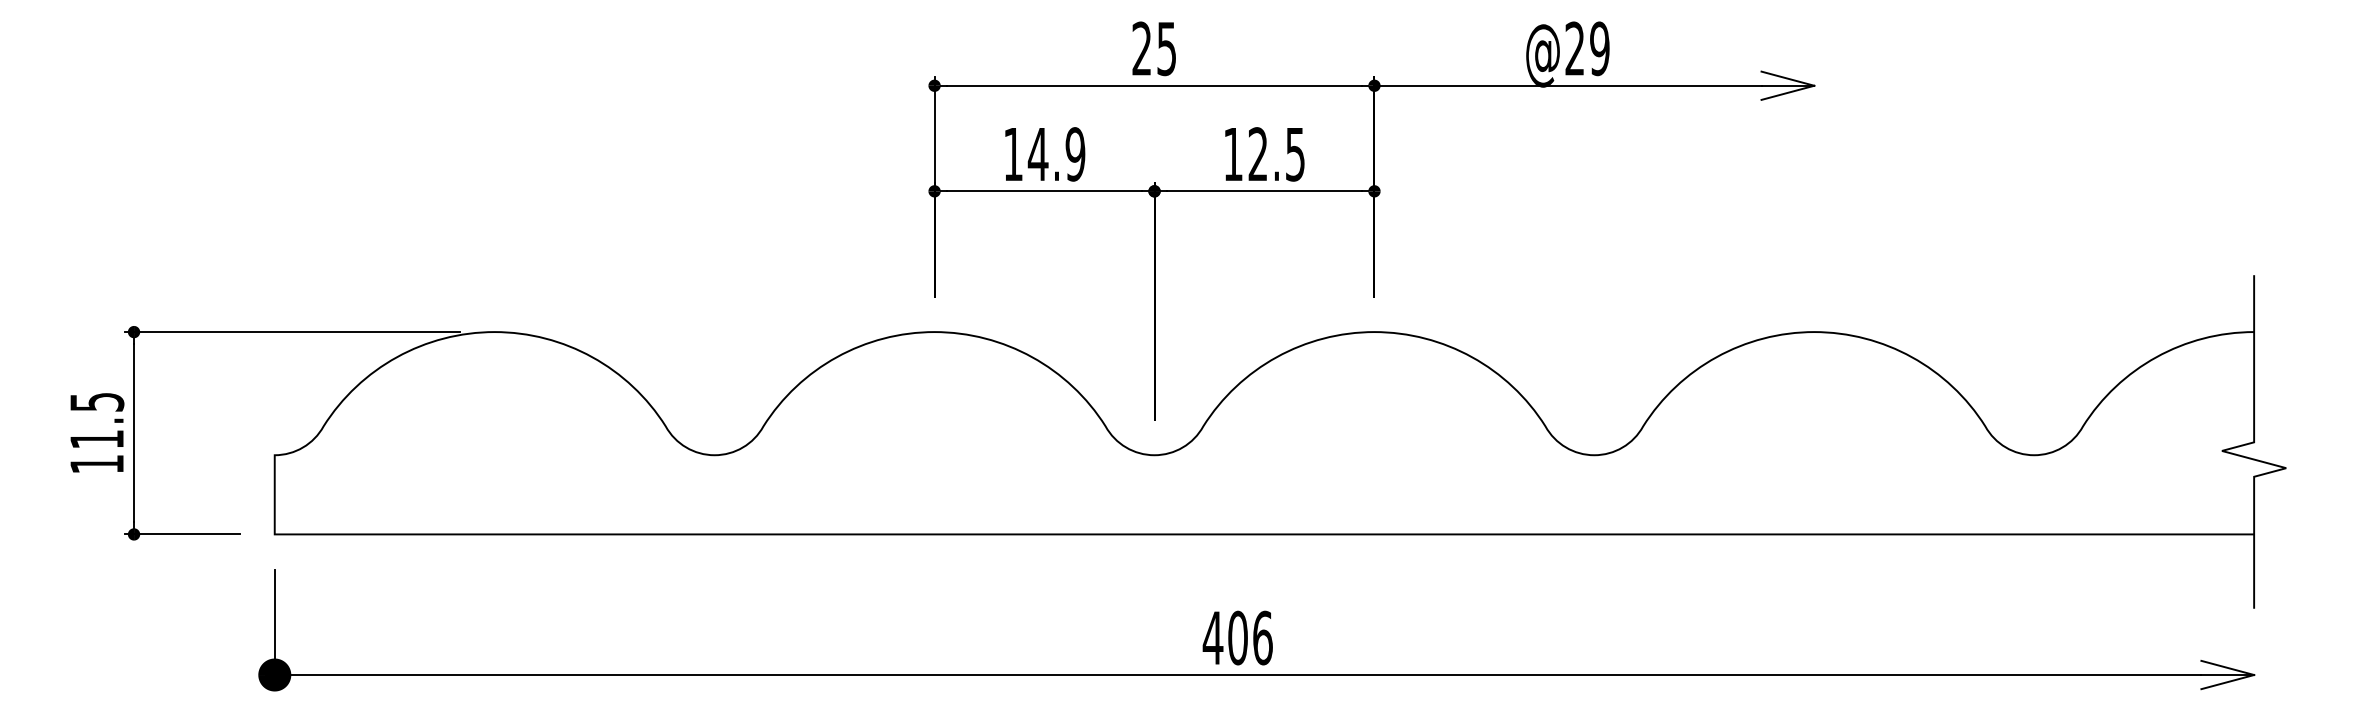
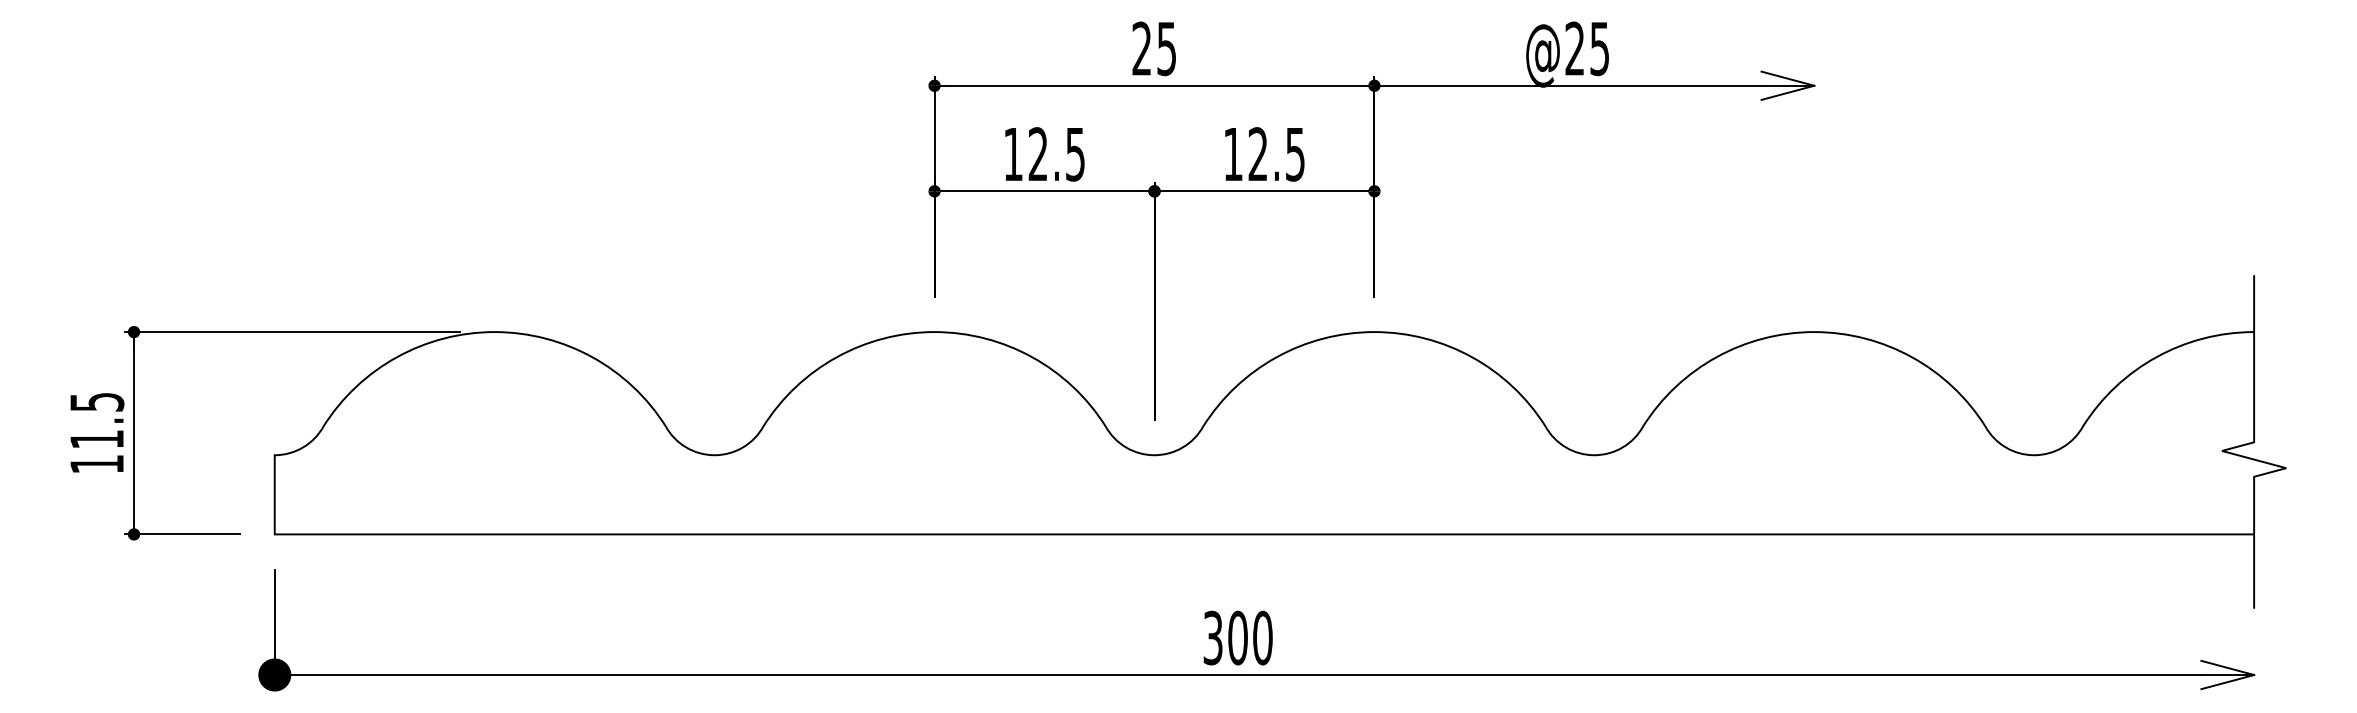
text at (1599, 48): @29 -> @25
text at (1056, 154): 14.9 -> 12.5
text at (1237, 637): 406 -> 300
